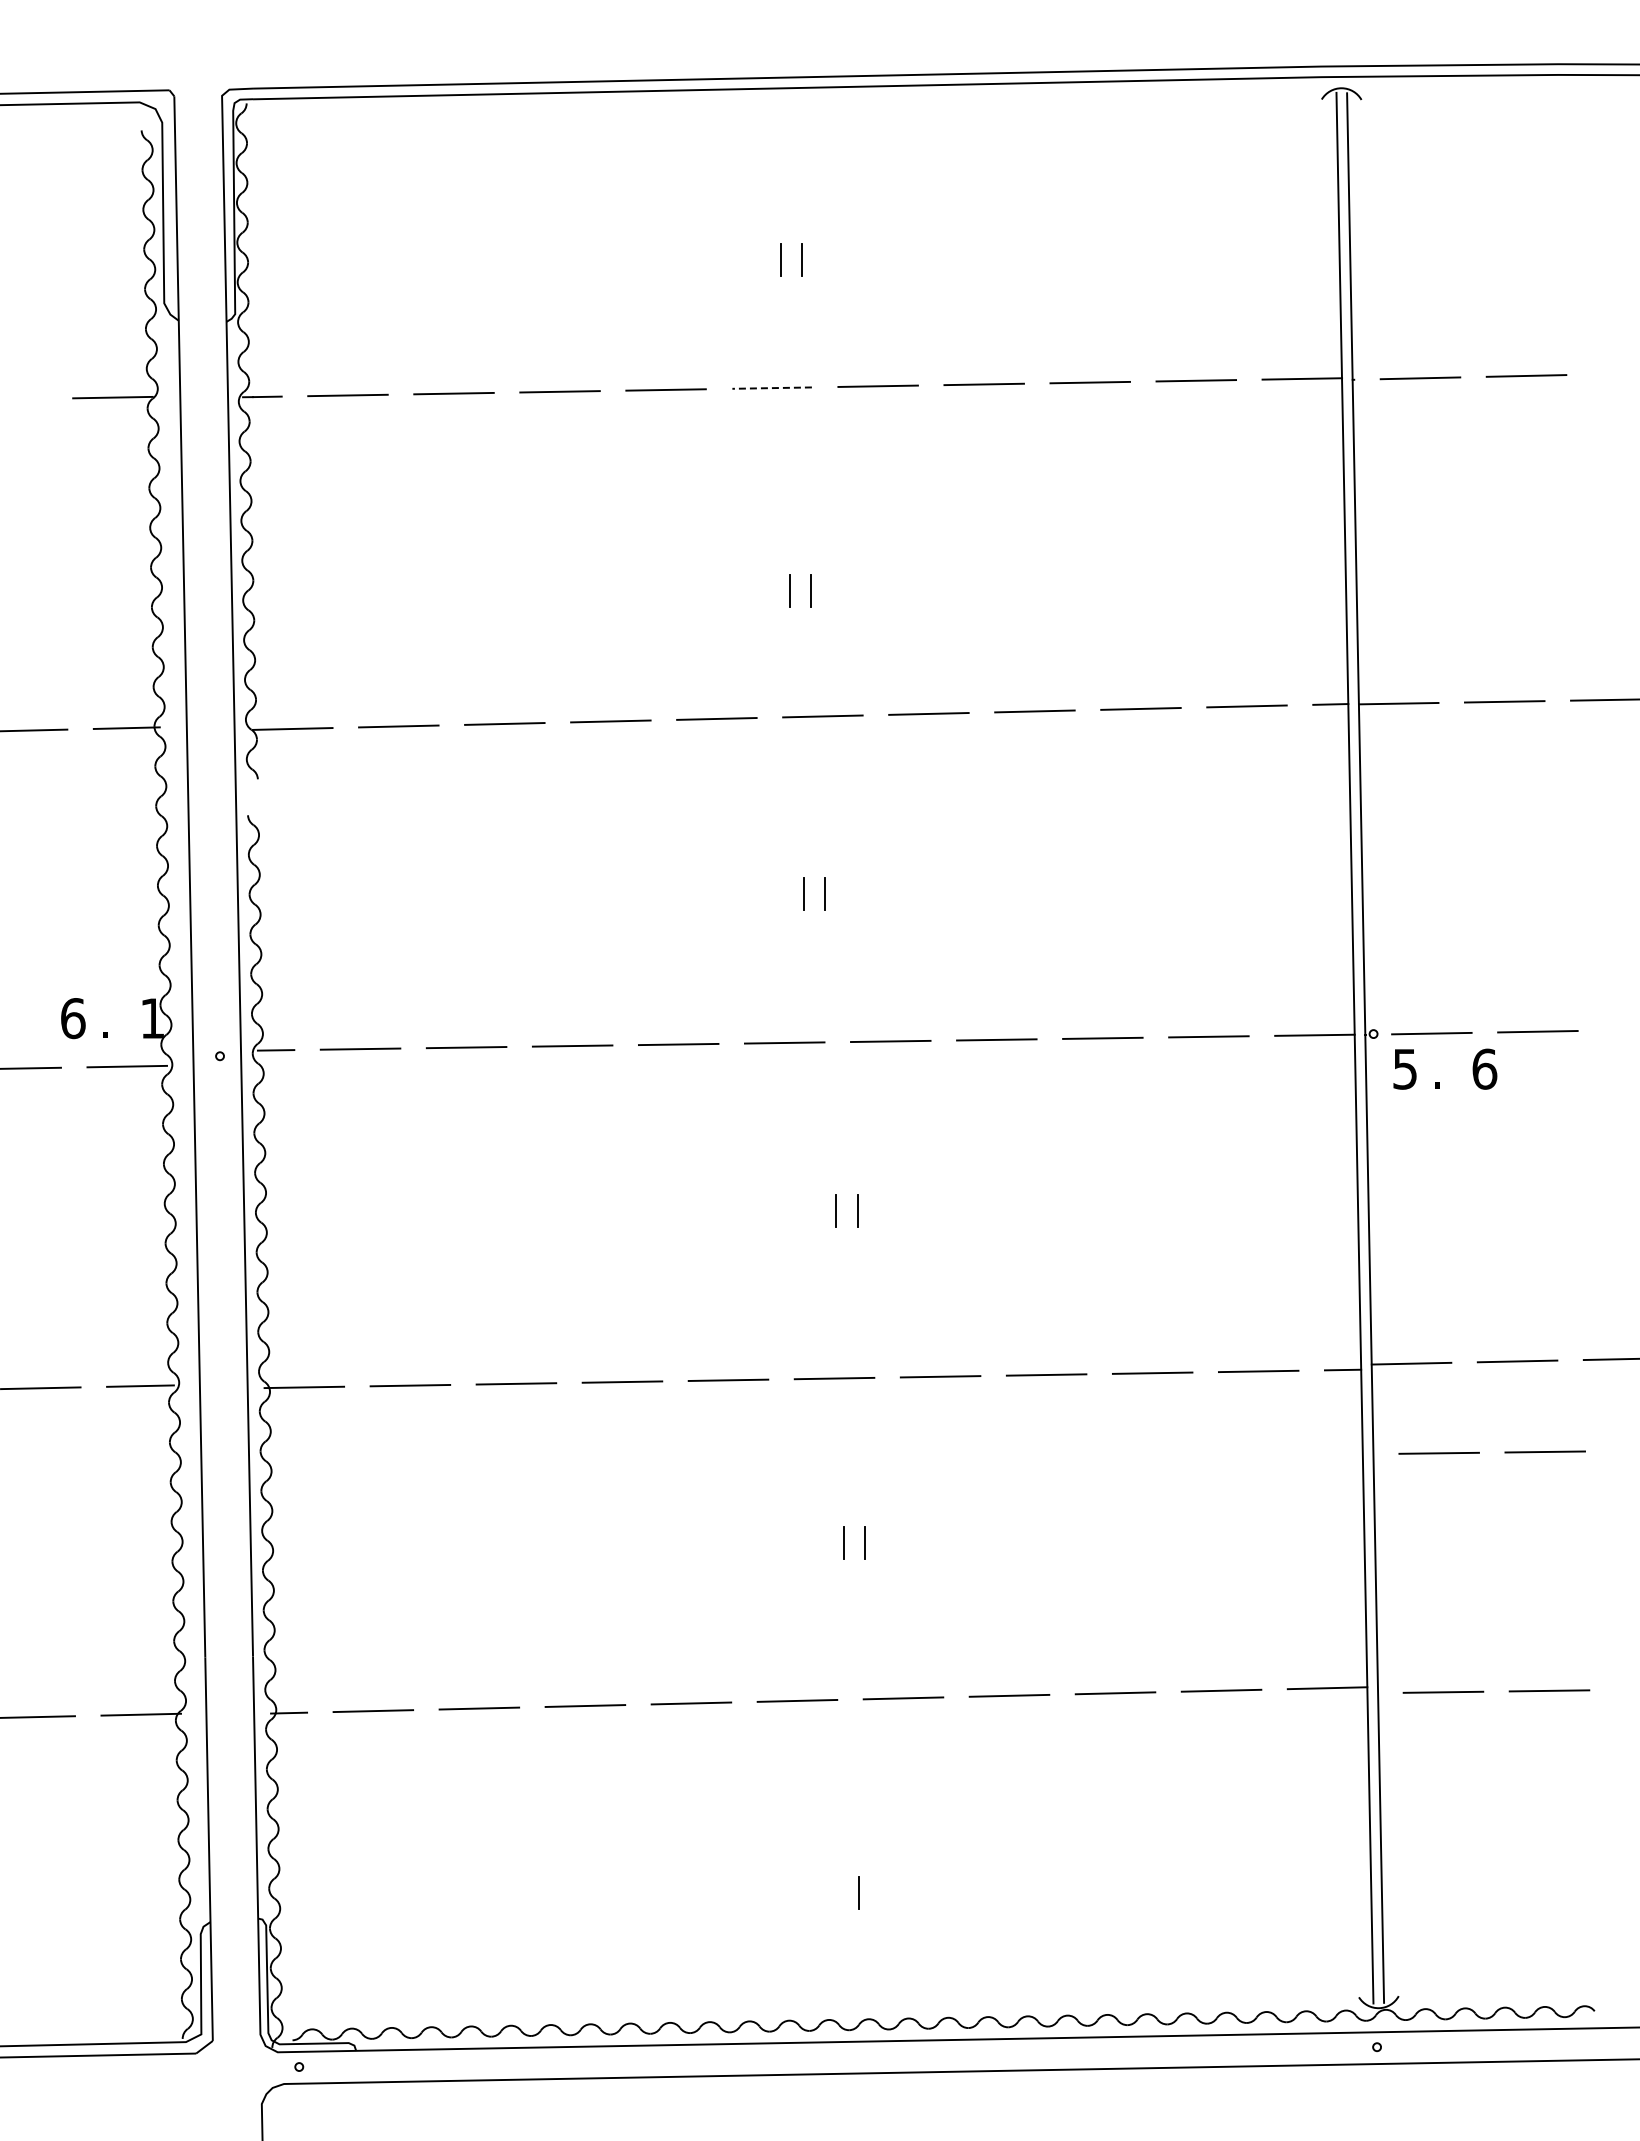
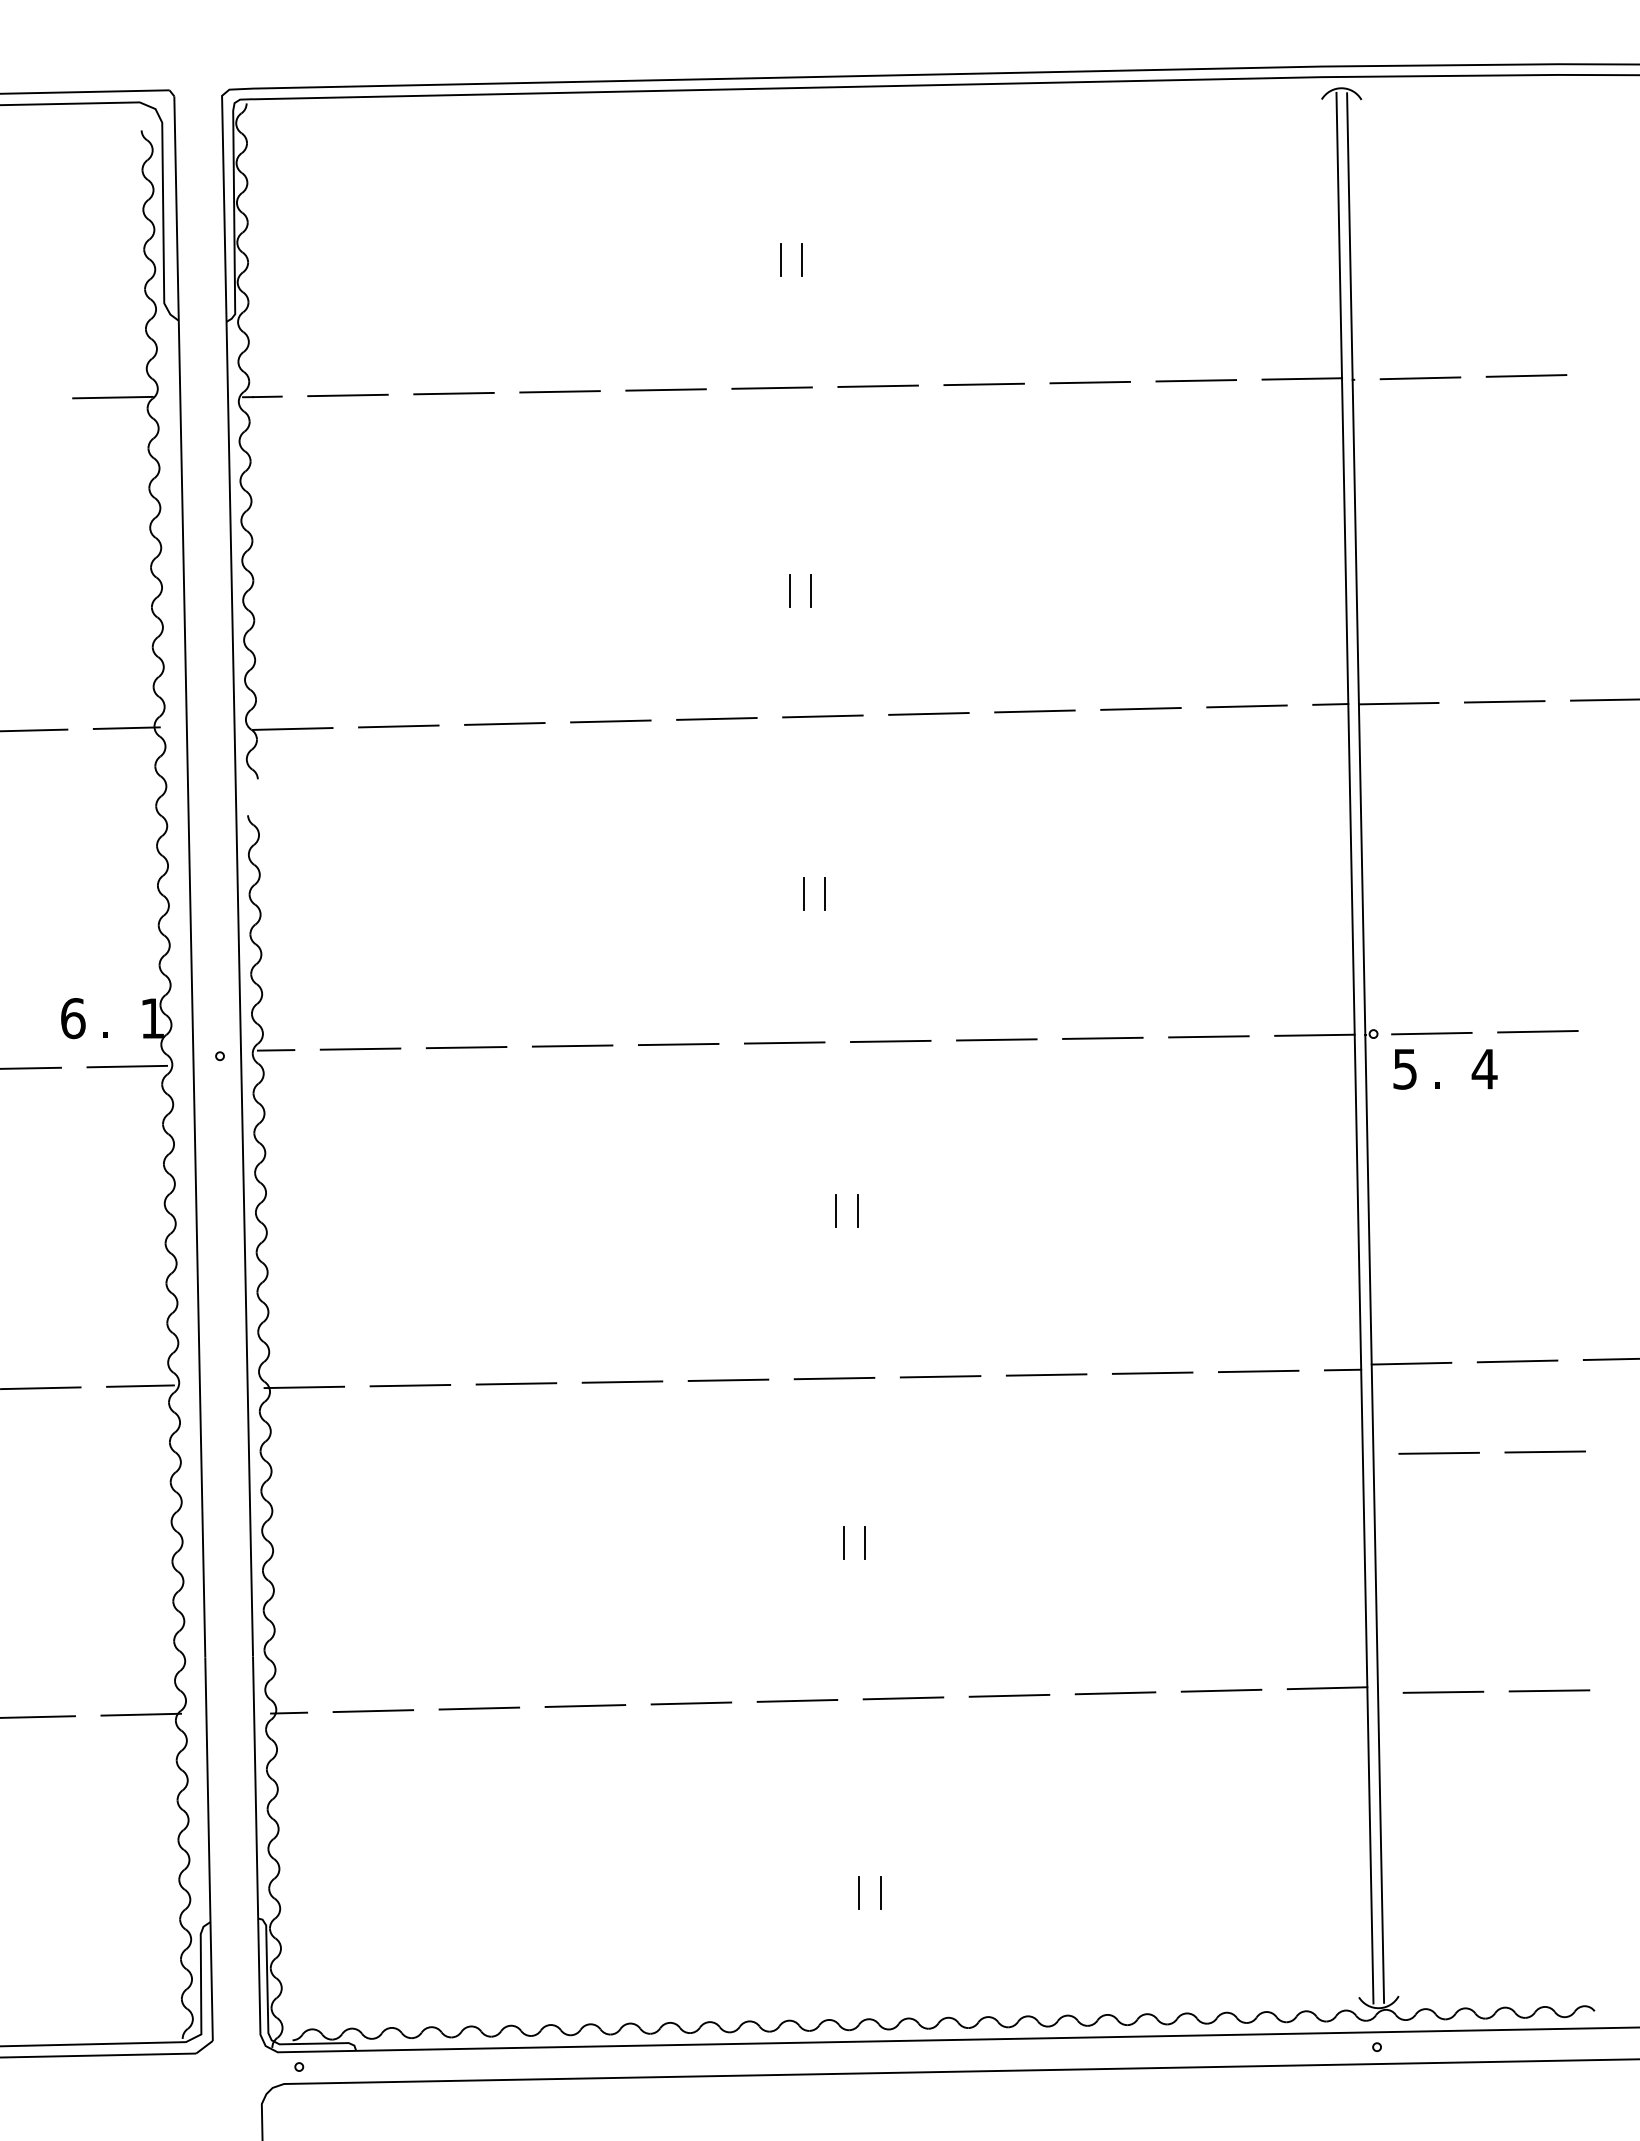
line at (772, 388): dashed -> solid
text at (1484, 1068): 6 -> 4
line at (880, 1892): none -> present
